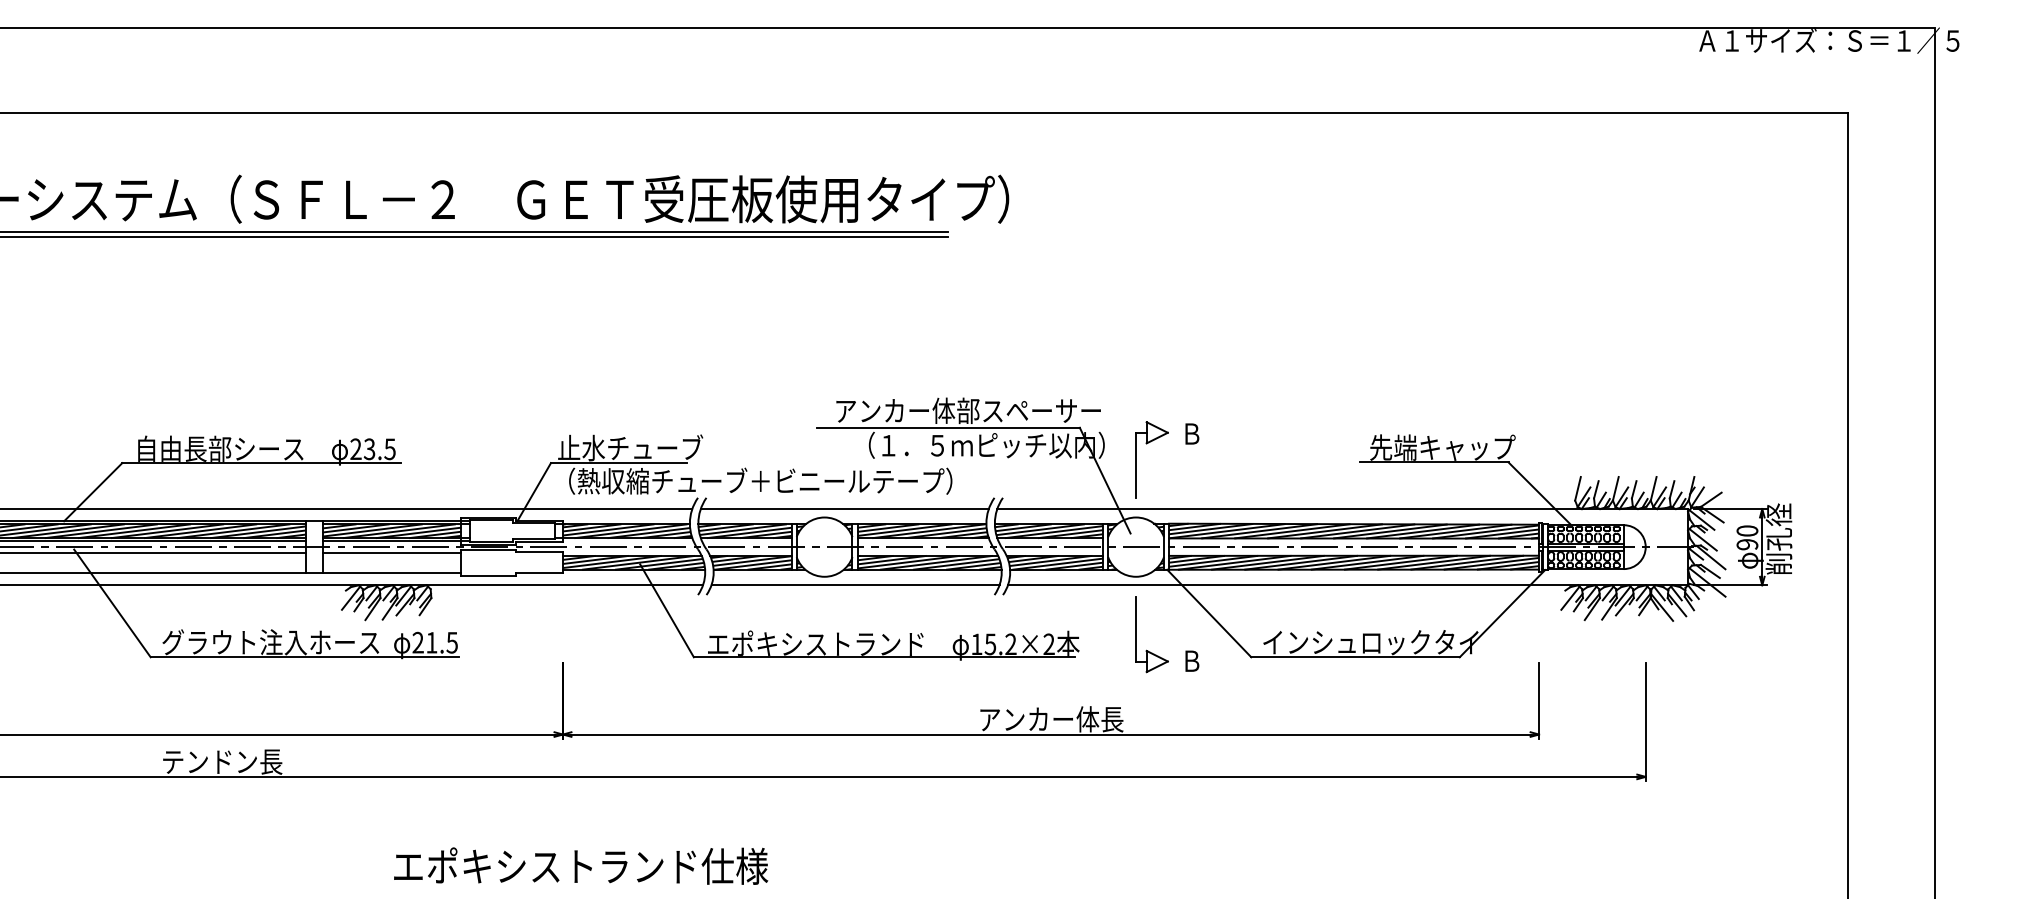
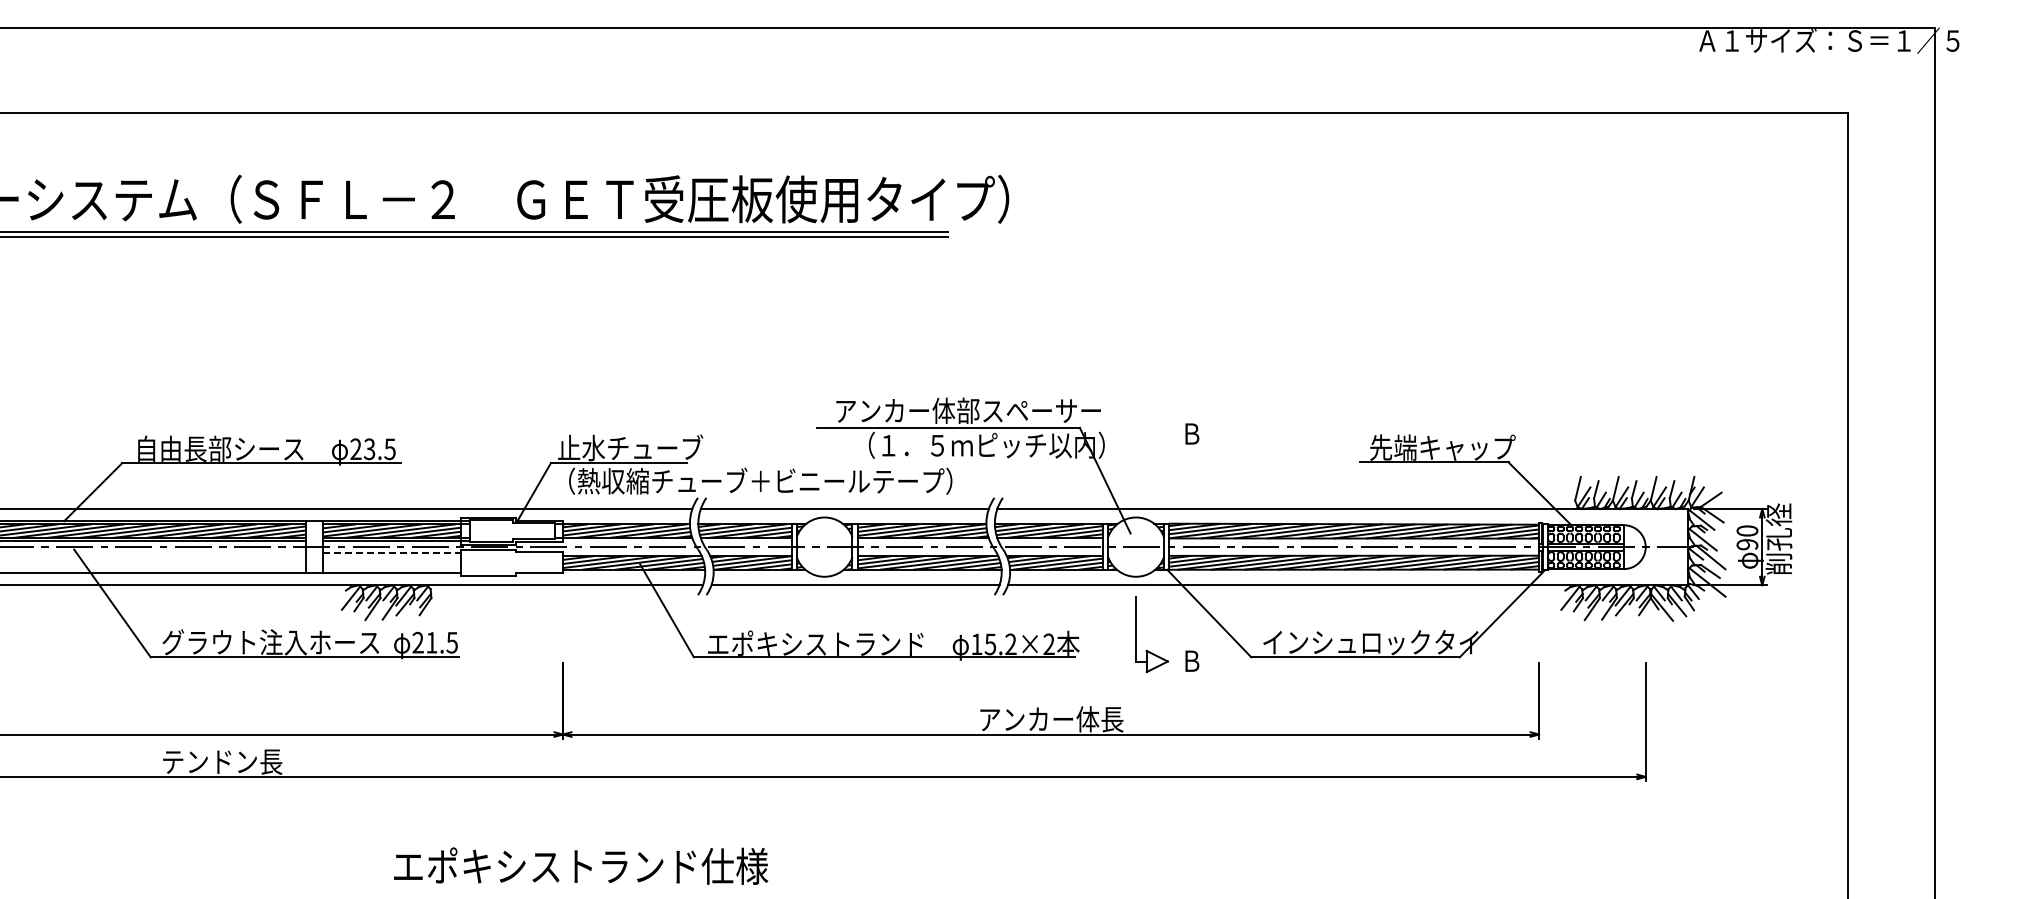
part at (1136, 459): present -> none
line at (153, 552): present -> none
line at (392, 552): solid -> dashed
